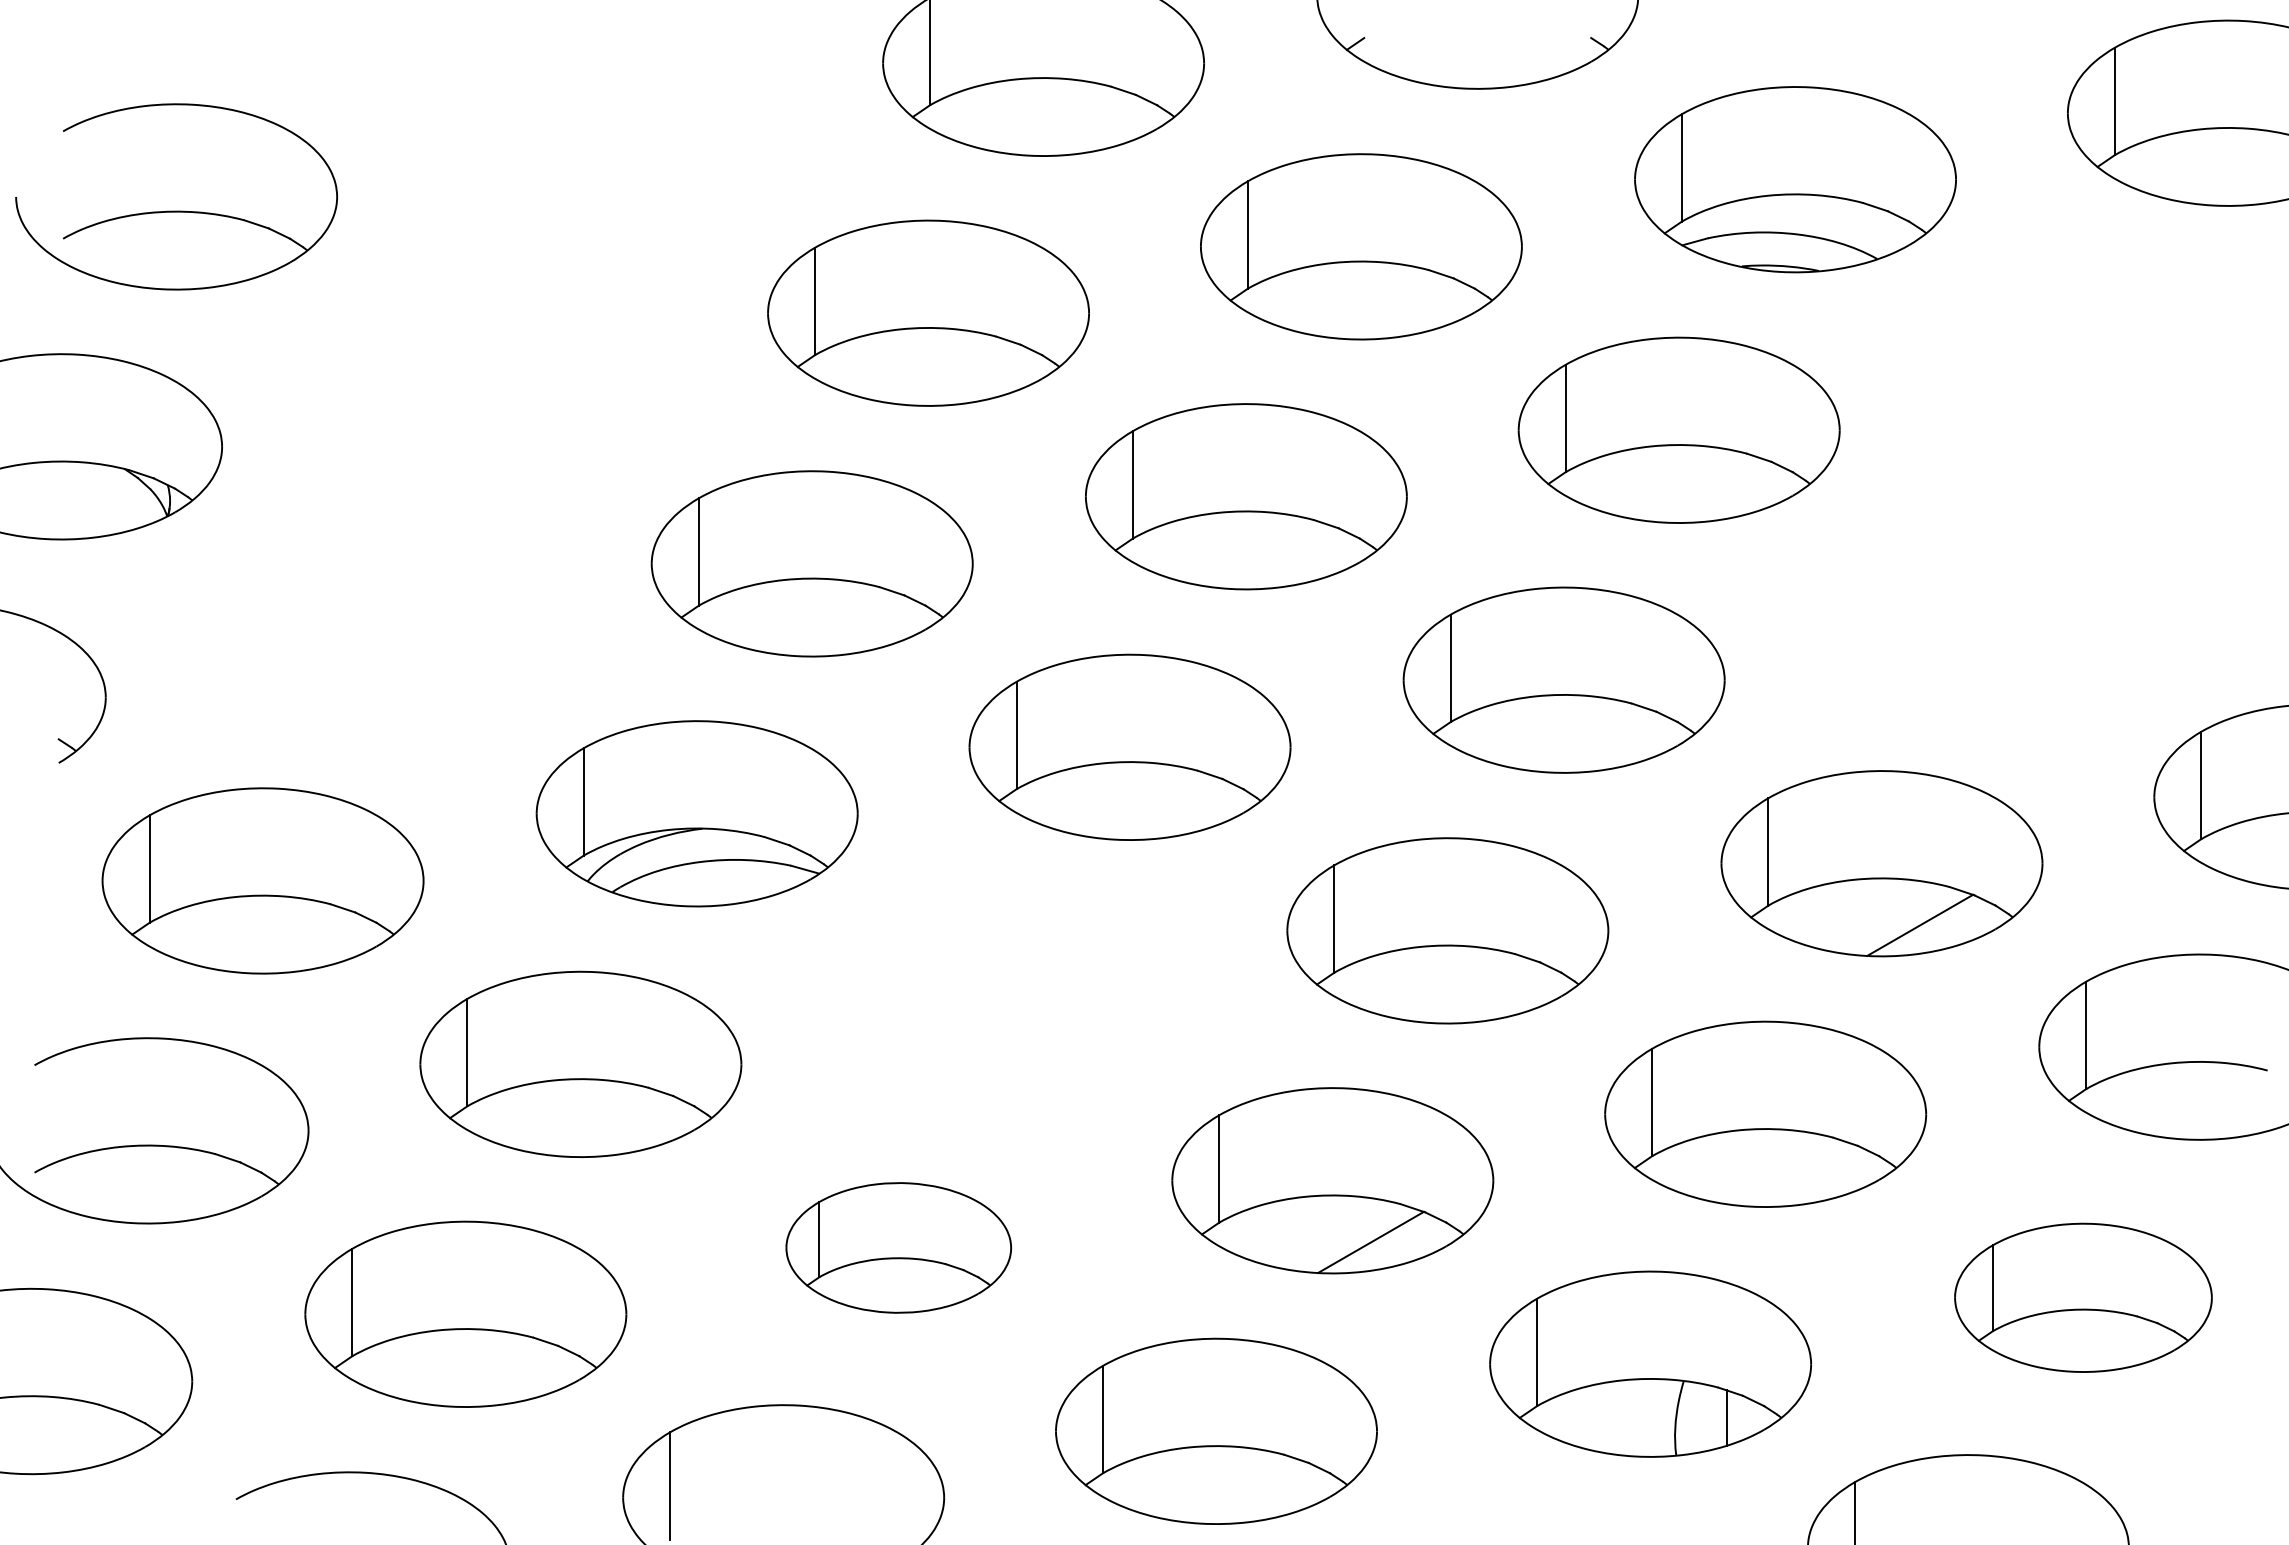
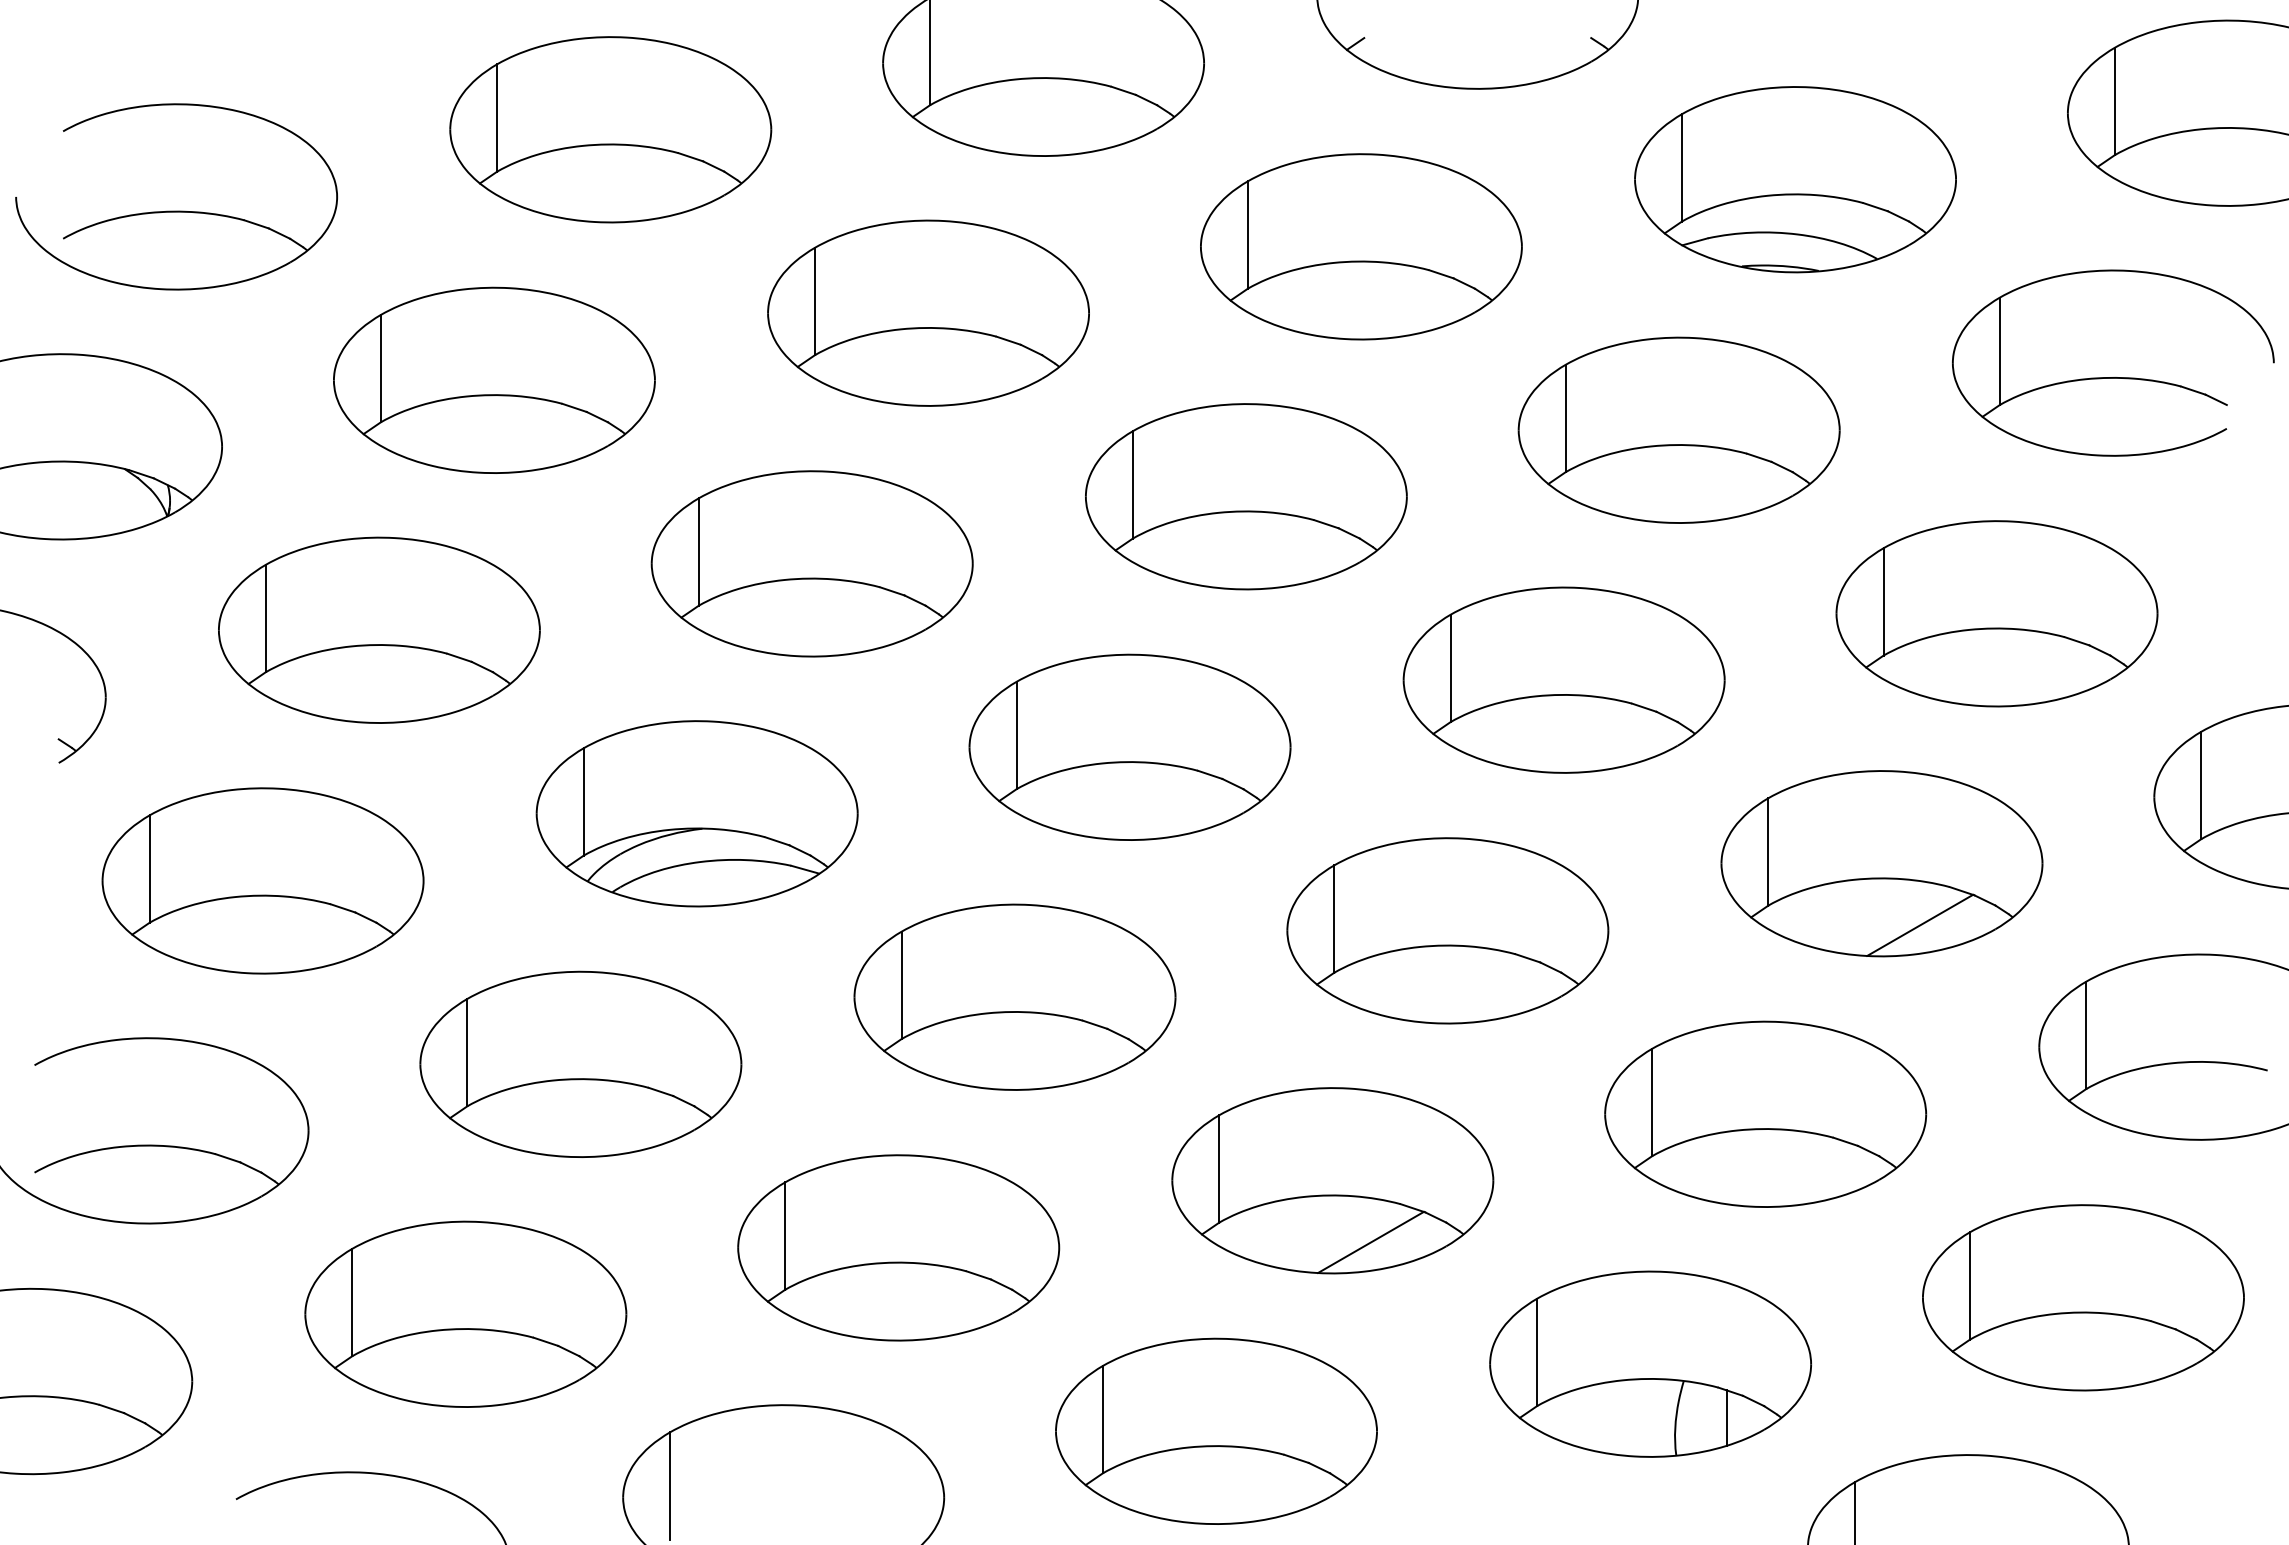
part at (610, 129): none -> present
part at (2113, 377): none -> present
part at (494, 379): none -> present
part at (1996, 613): none -> present
part at (379, 629): none -> present
part at (1014, 996): none -> present
part at (898, 1247) size: 227x132 px -> 324x188 px
part at (2083, 1297) size: 259x151 px -> 323x188 px
